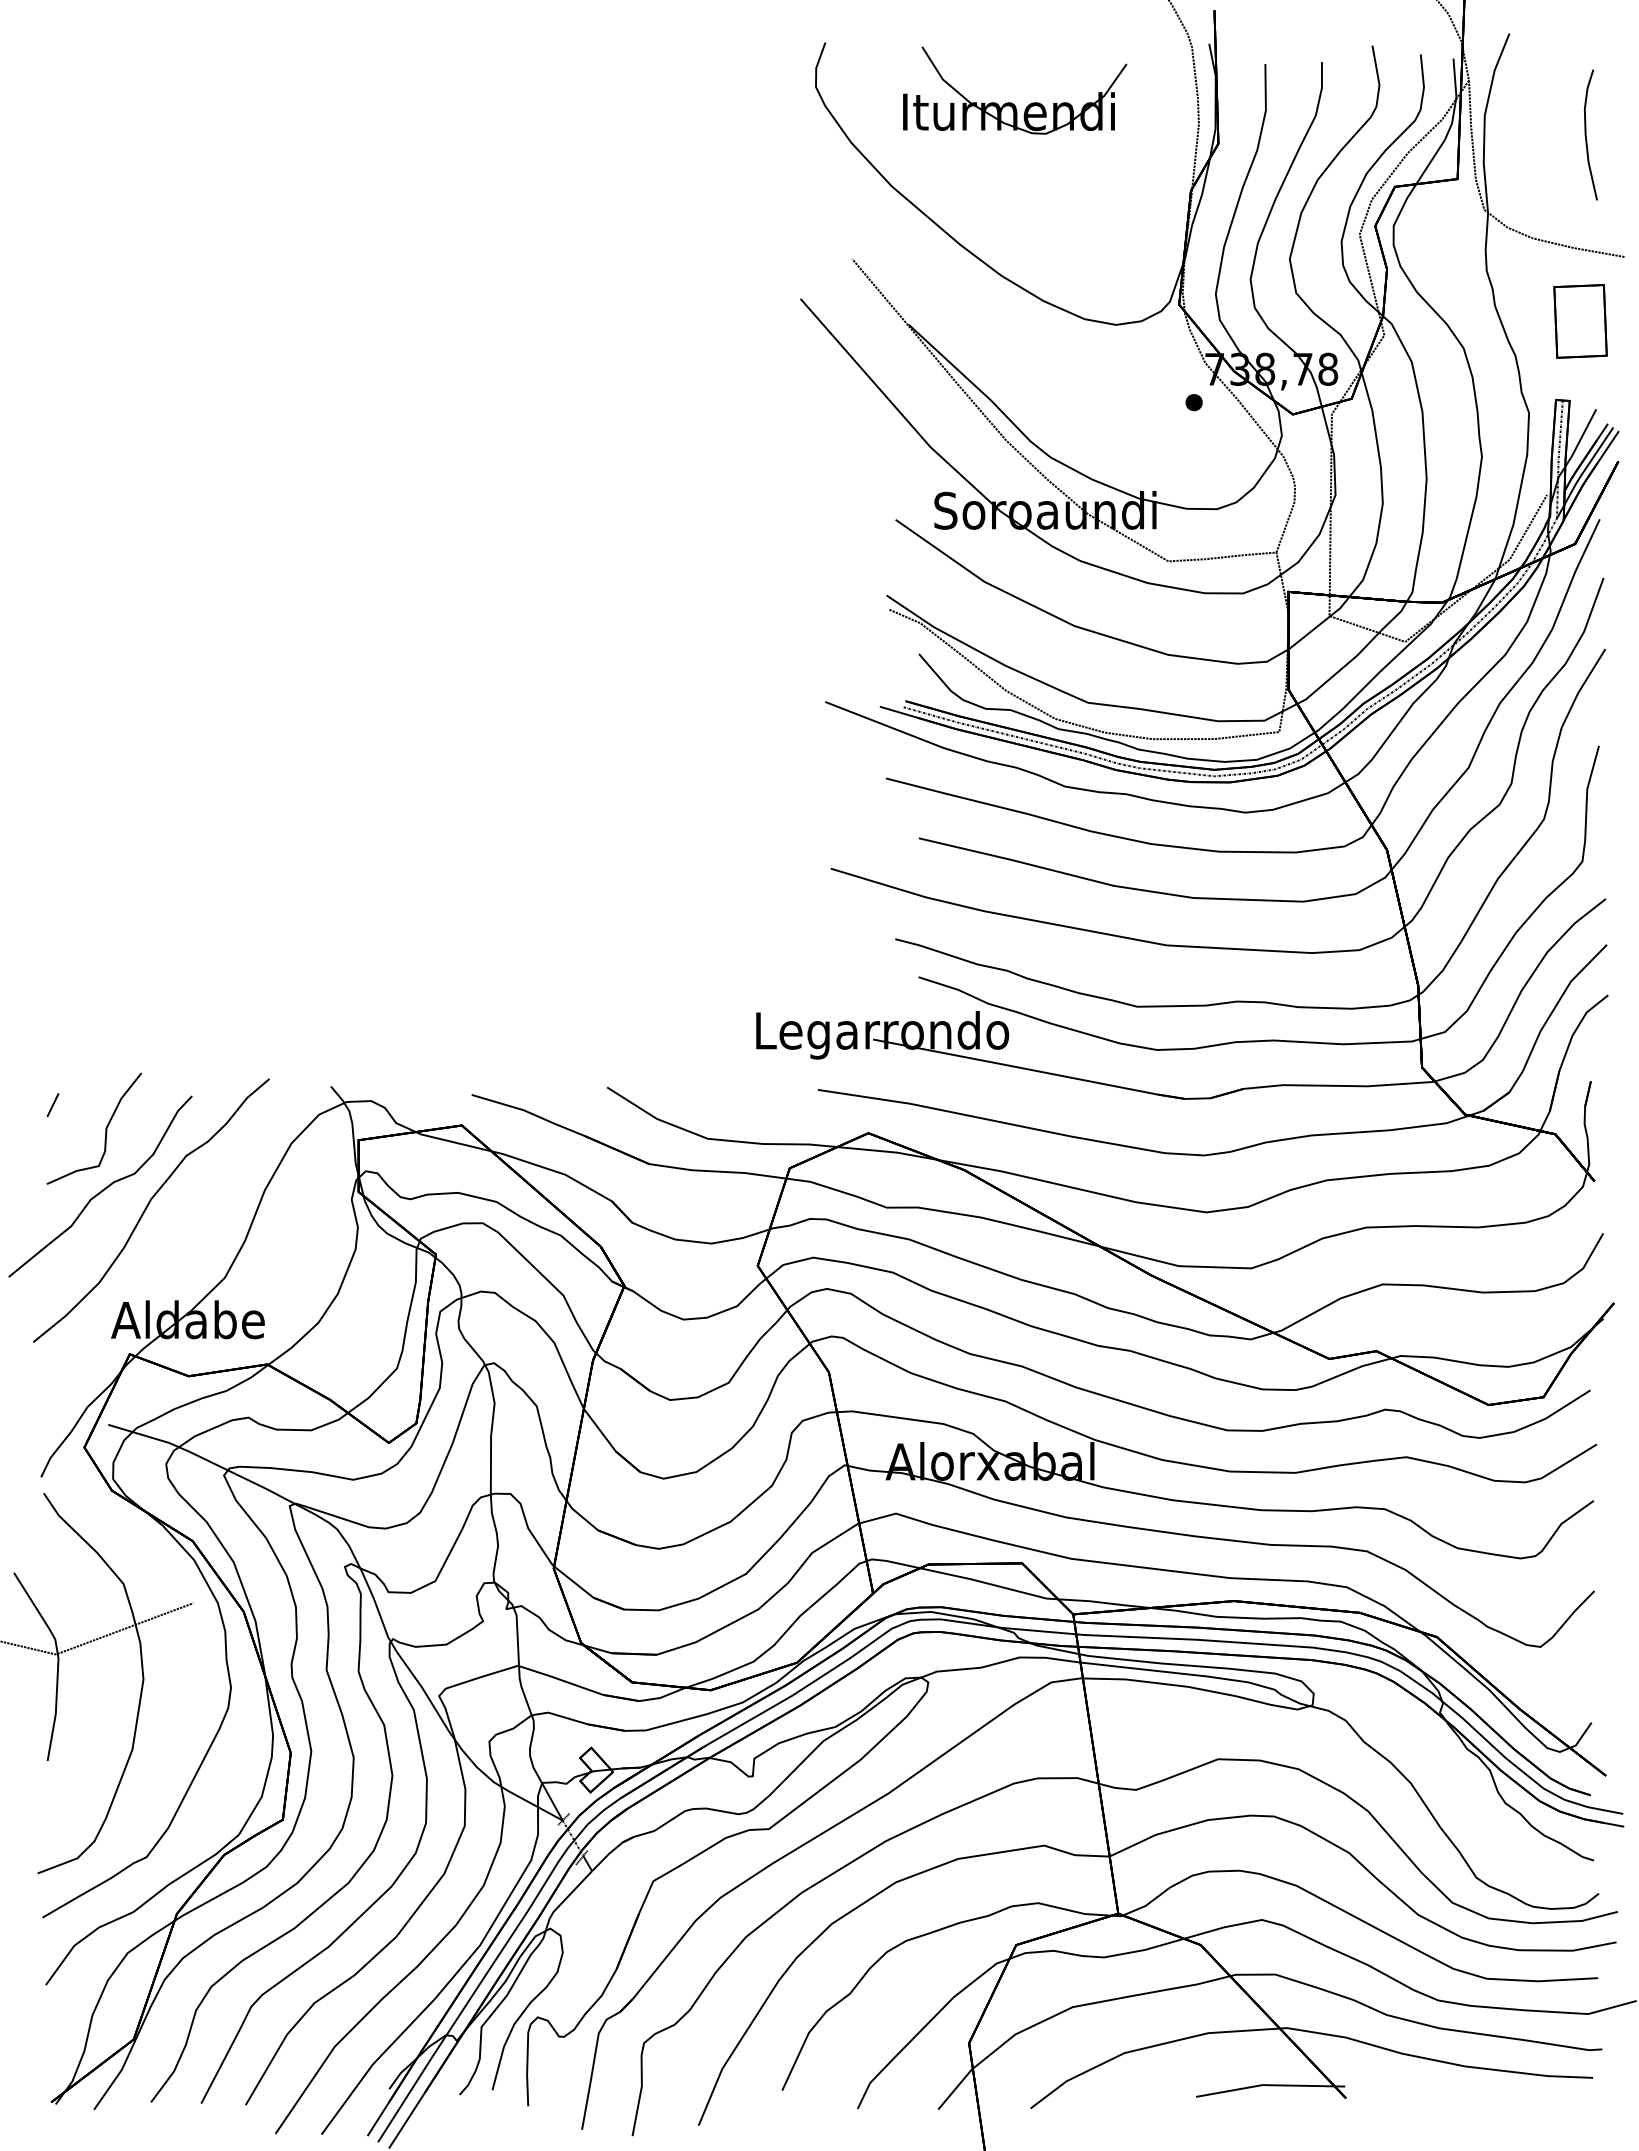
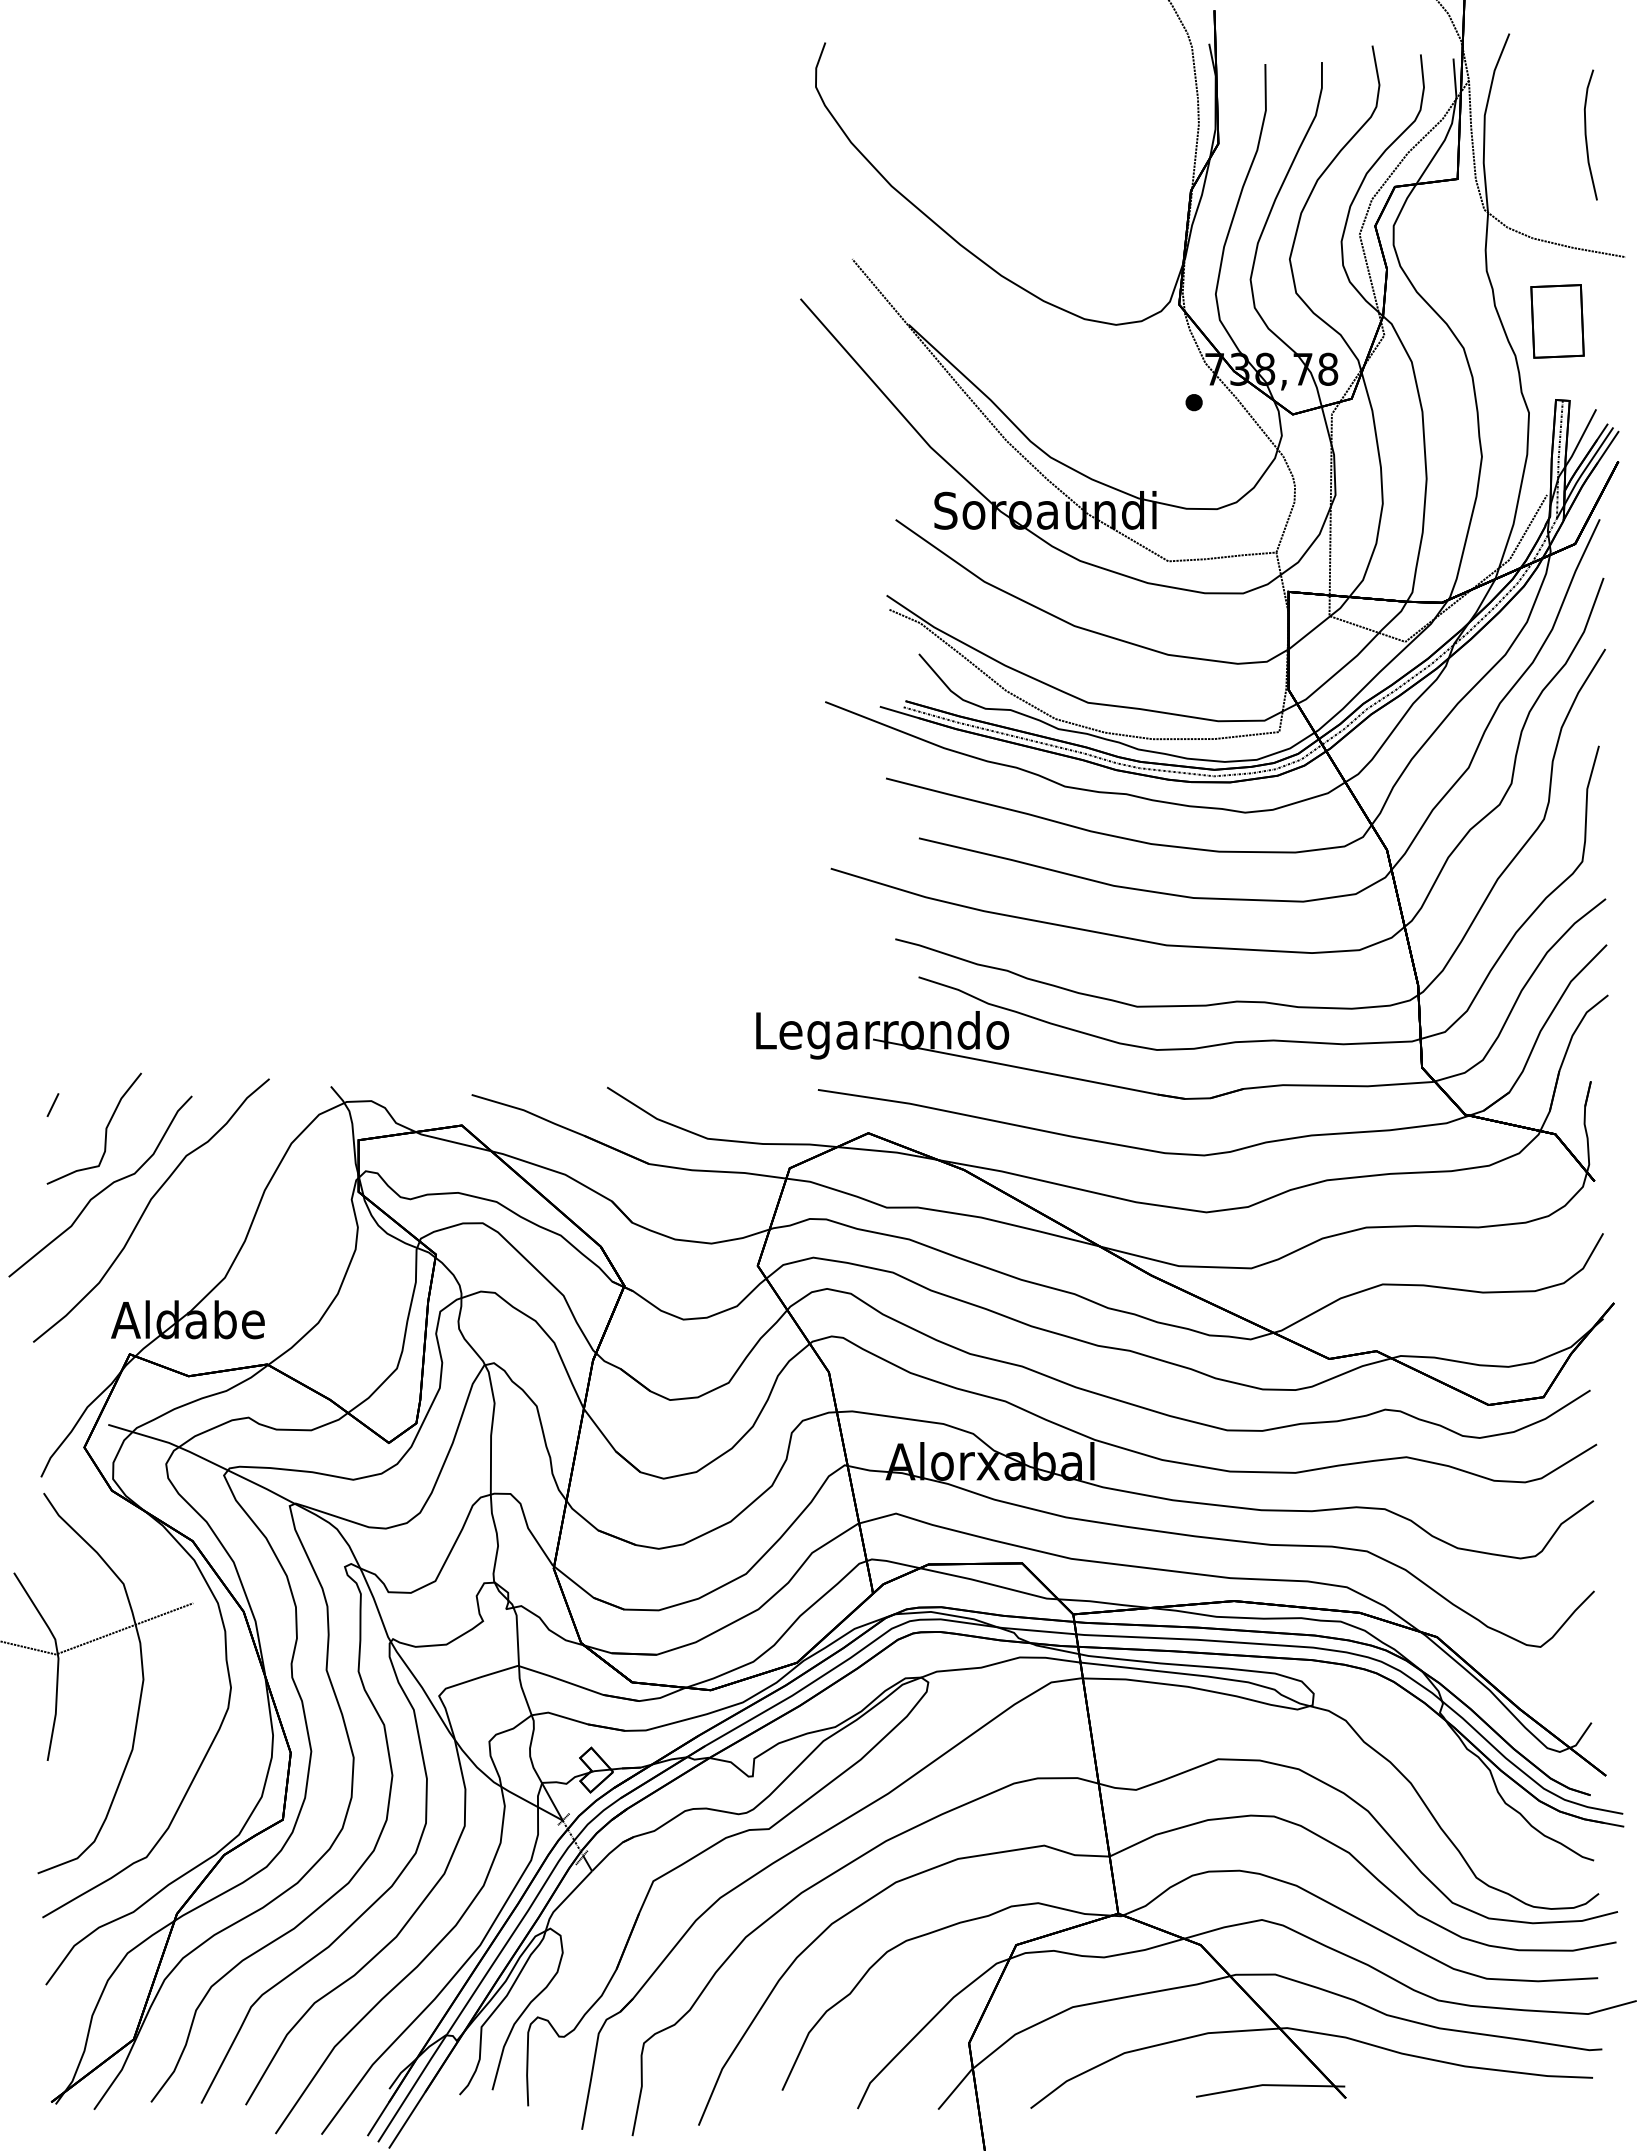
part at (1011, 102): present -> none
part at (1580, 321) position: (1580, 321) -> (1557, 321)
